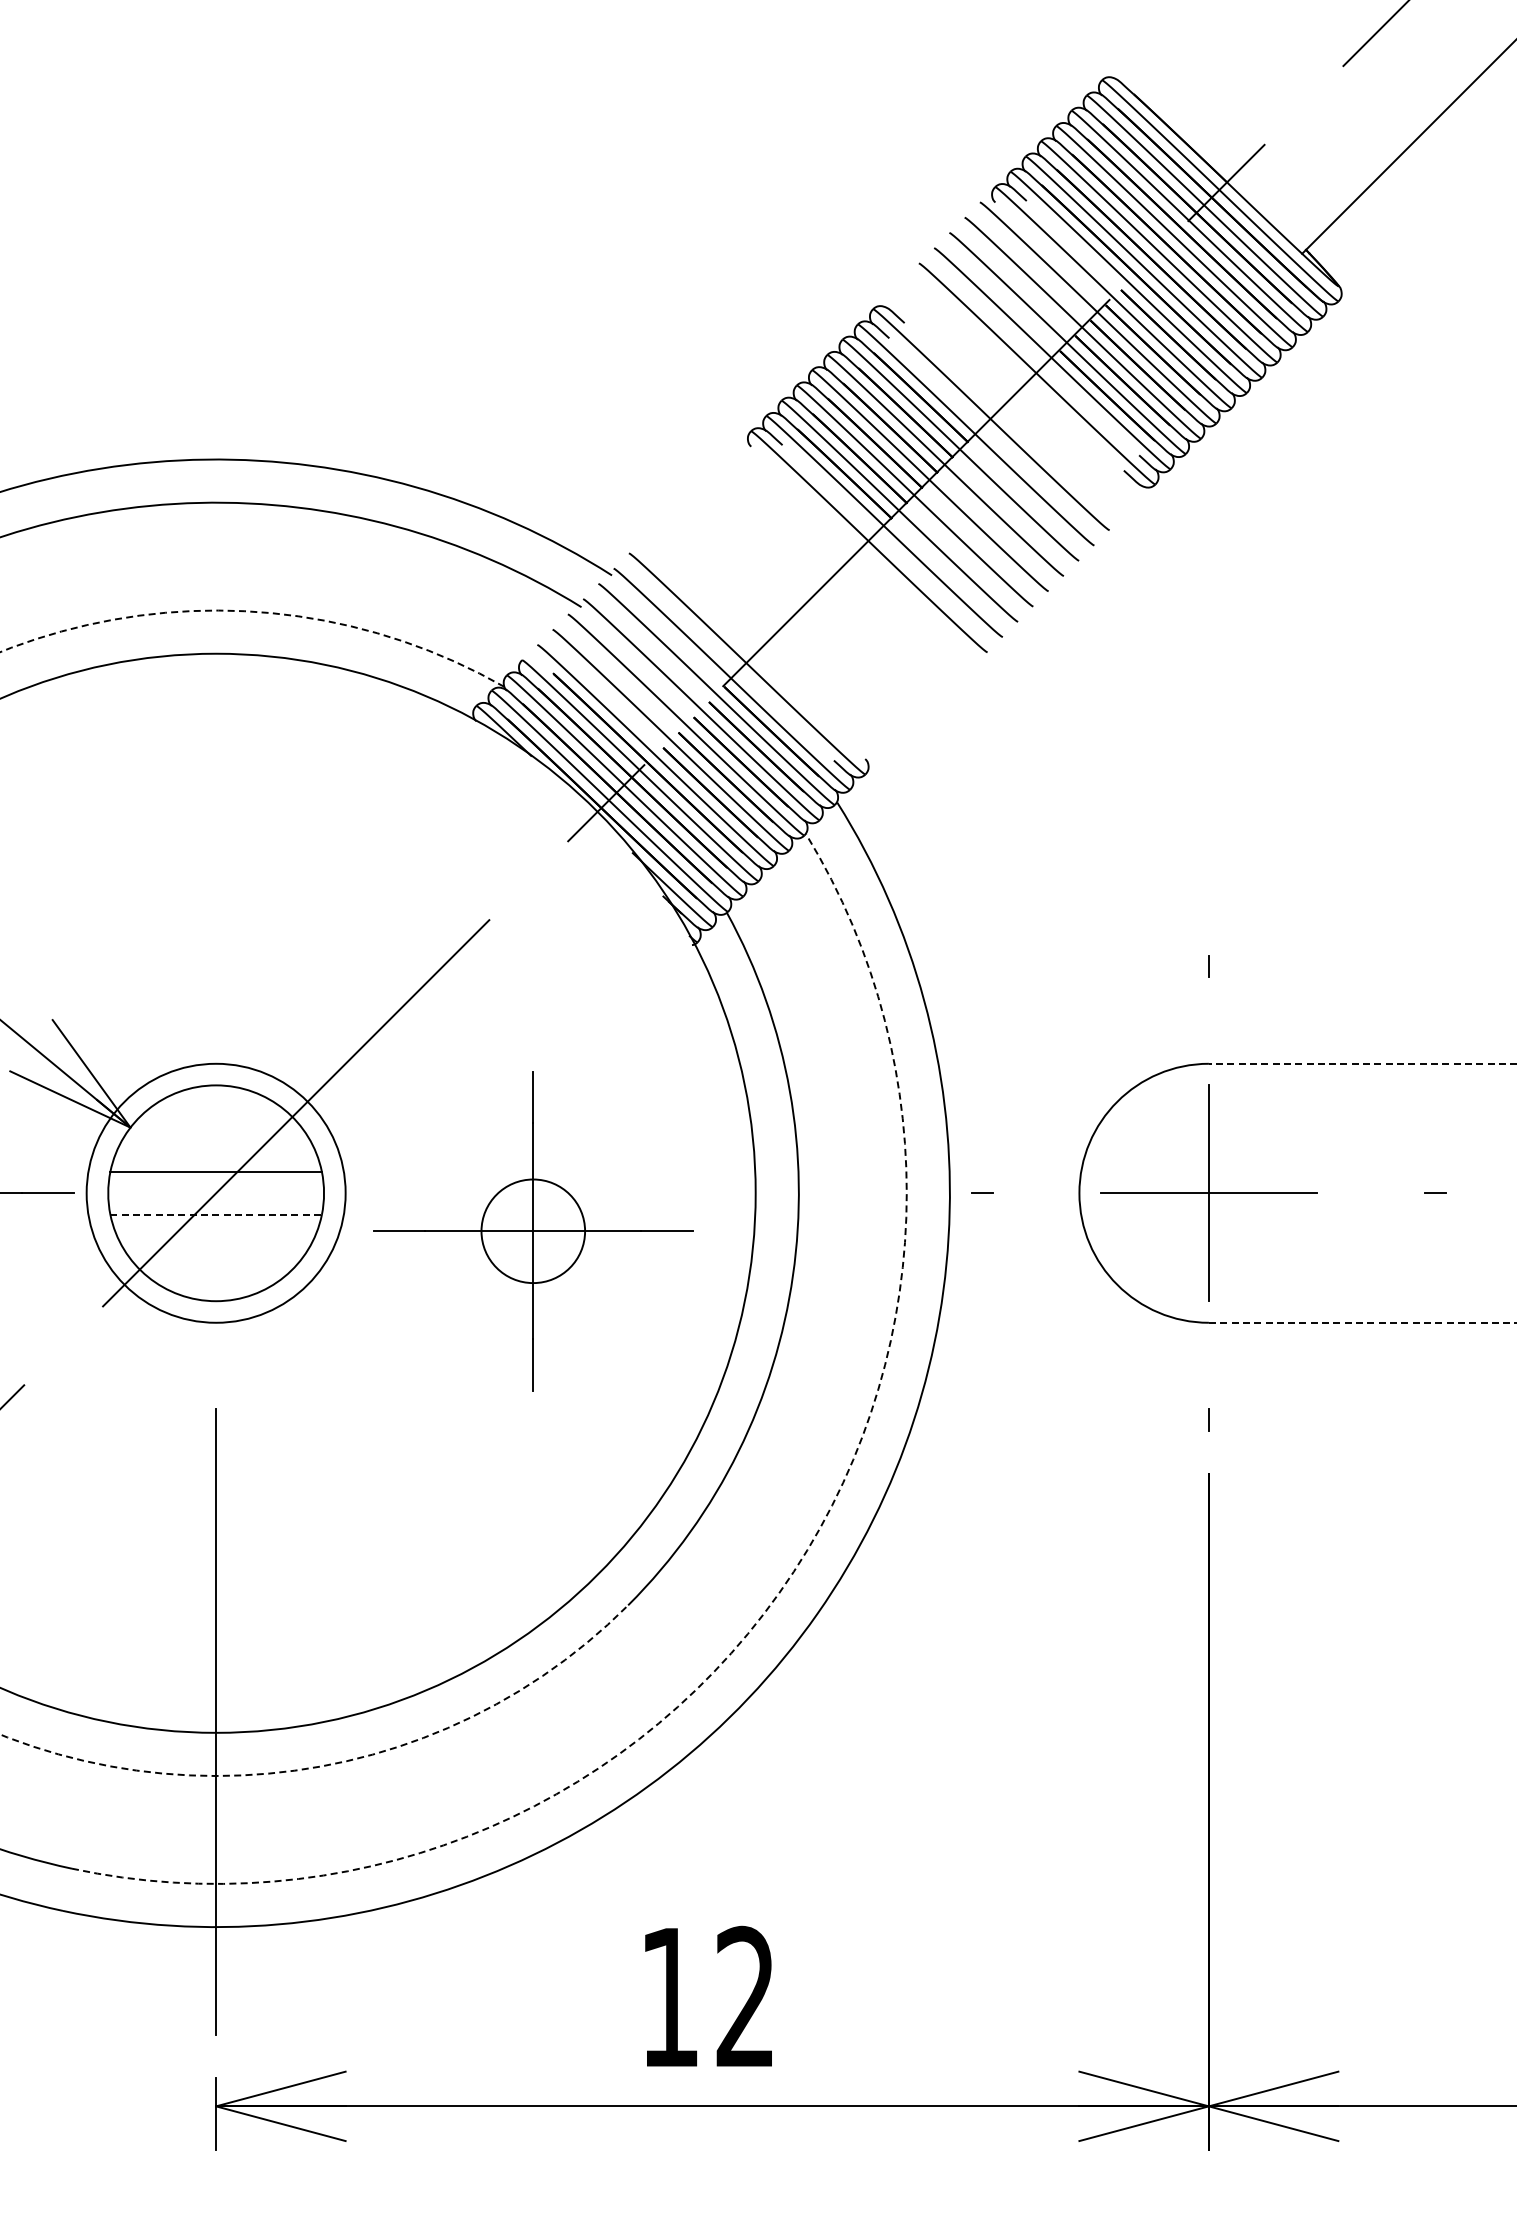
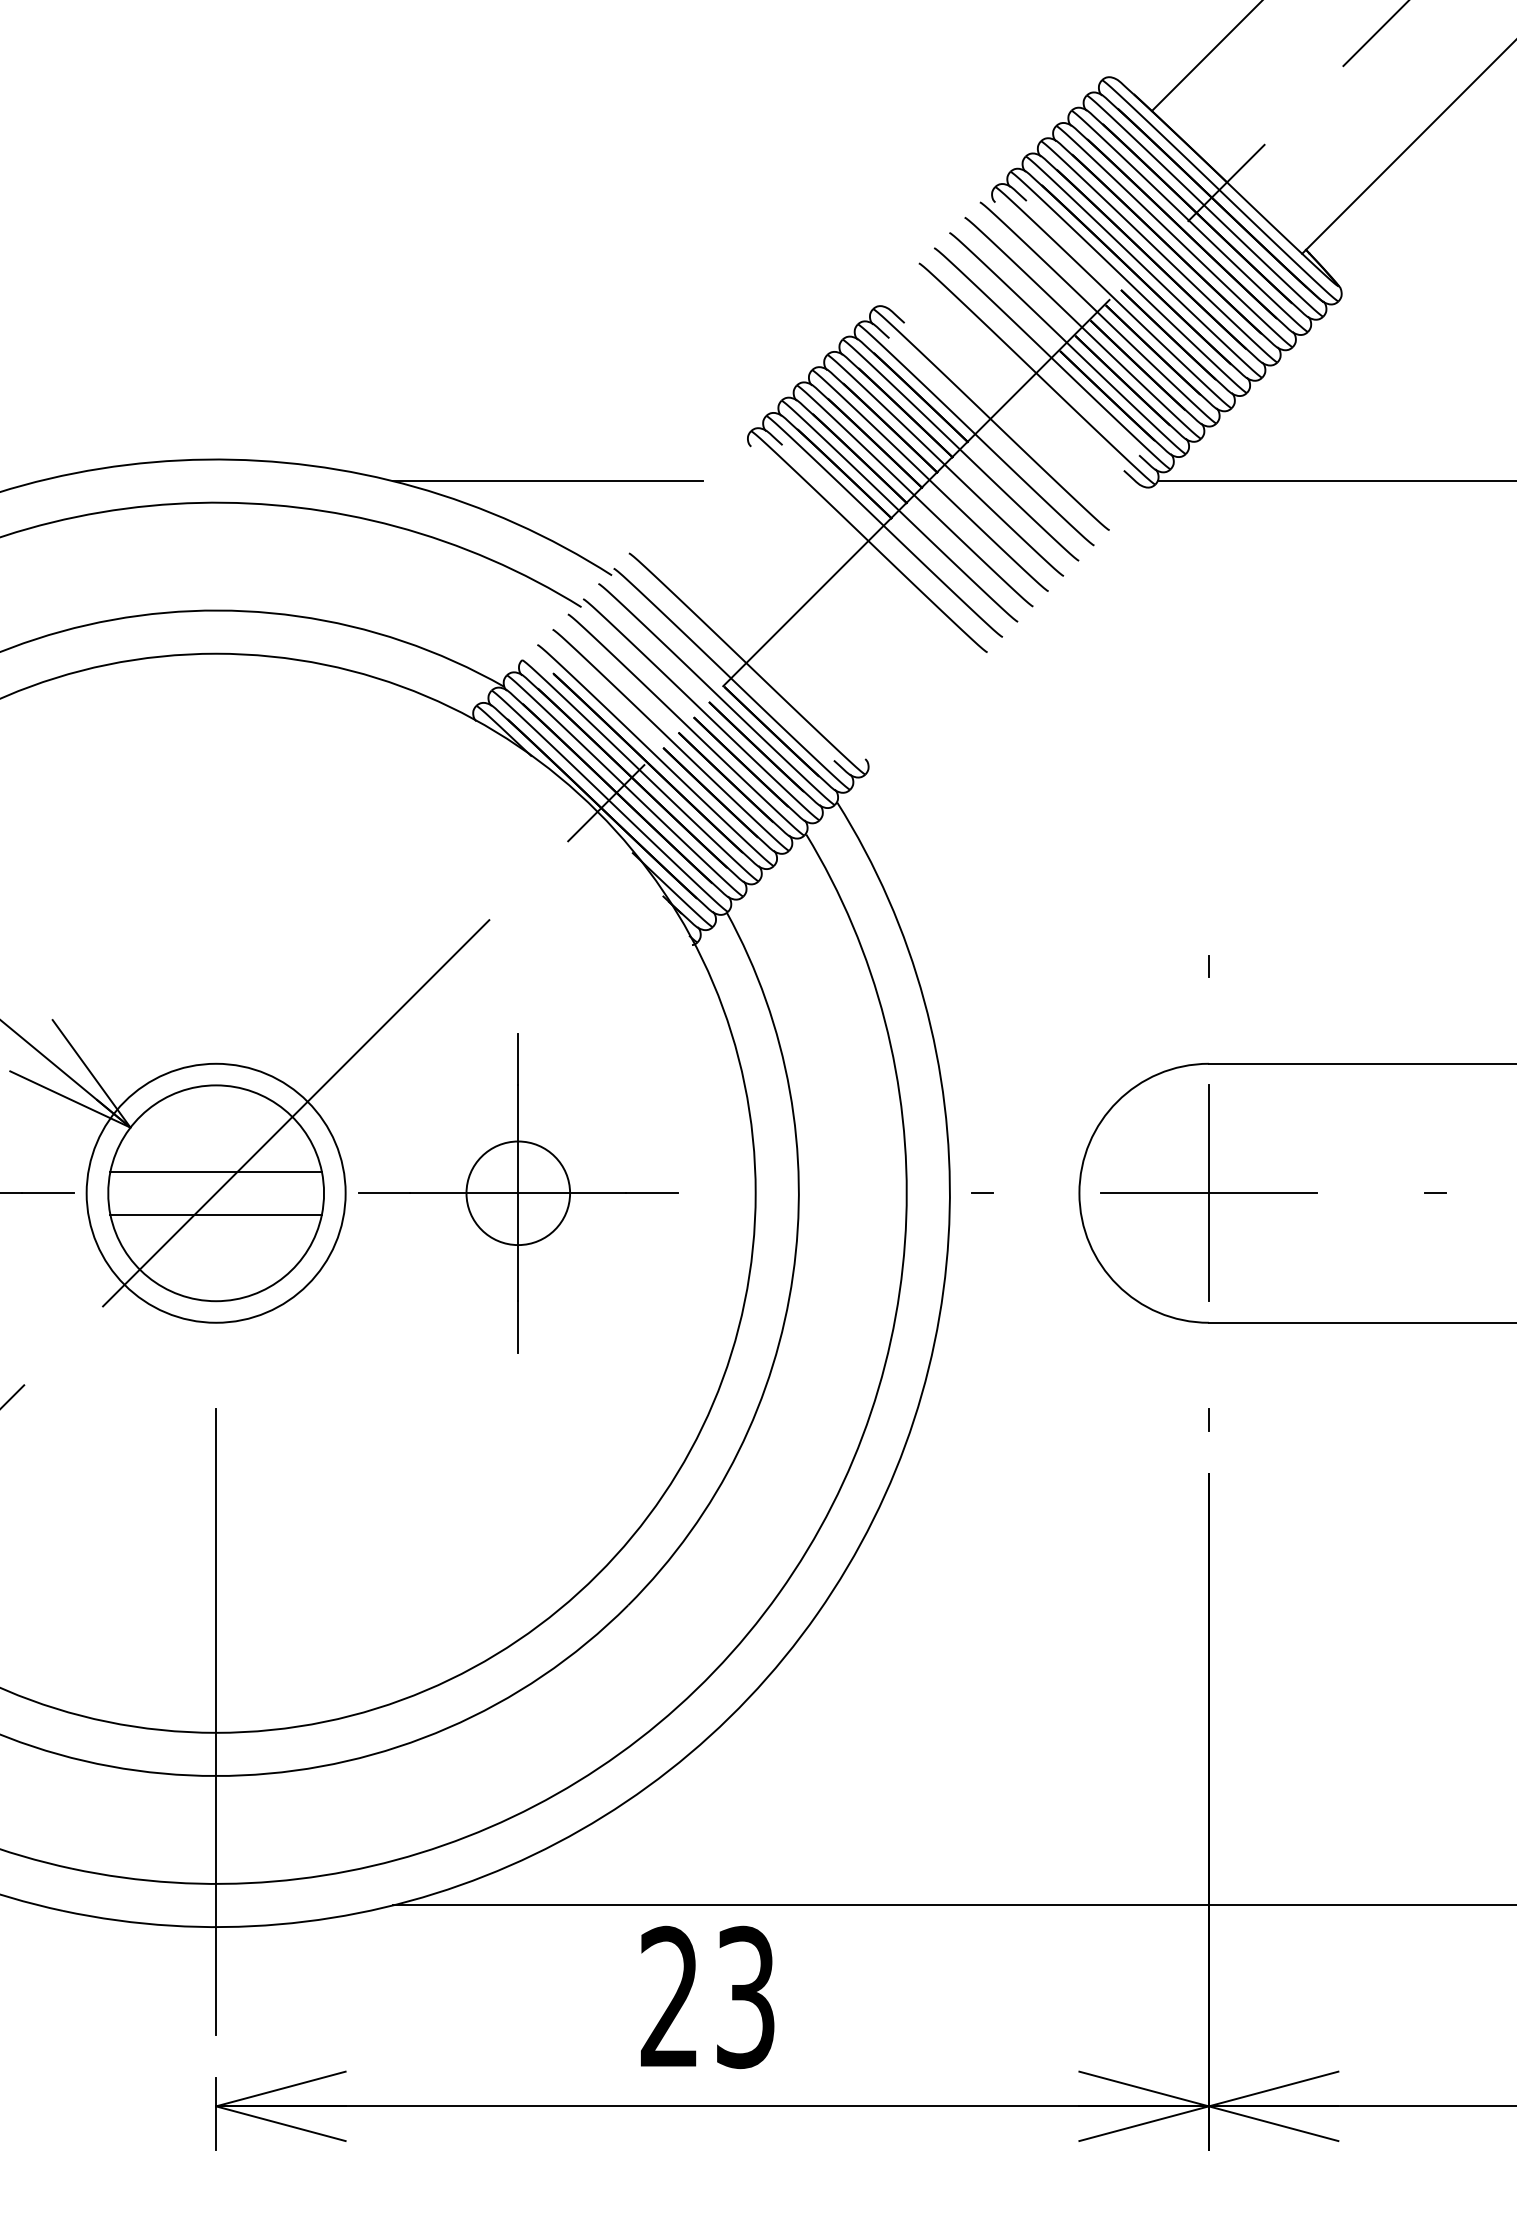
line at (1205, 56): none -> present
line at (547, 481): none -> present
line at (1335, 481): none -> present
line at (1362, 1063): dashed -> solid
line at (216, 1214): dashed -> solid
part at (533, 1231) position: (533, 1231) -> (518, 1193)
line at (1362, 1322): dashed -> solid
arc at (779, 1593): dashed -> solid
arc at (74, 1758): dashed -> solid
line at (952, 1905): none -> present
text at (707, 1997): 12 -> 23
